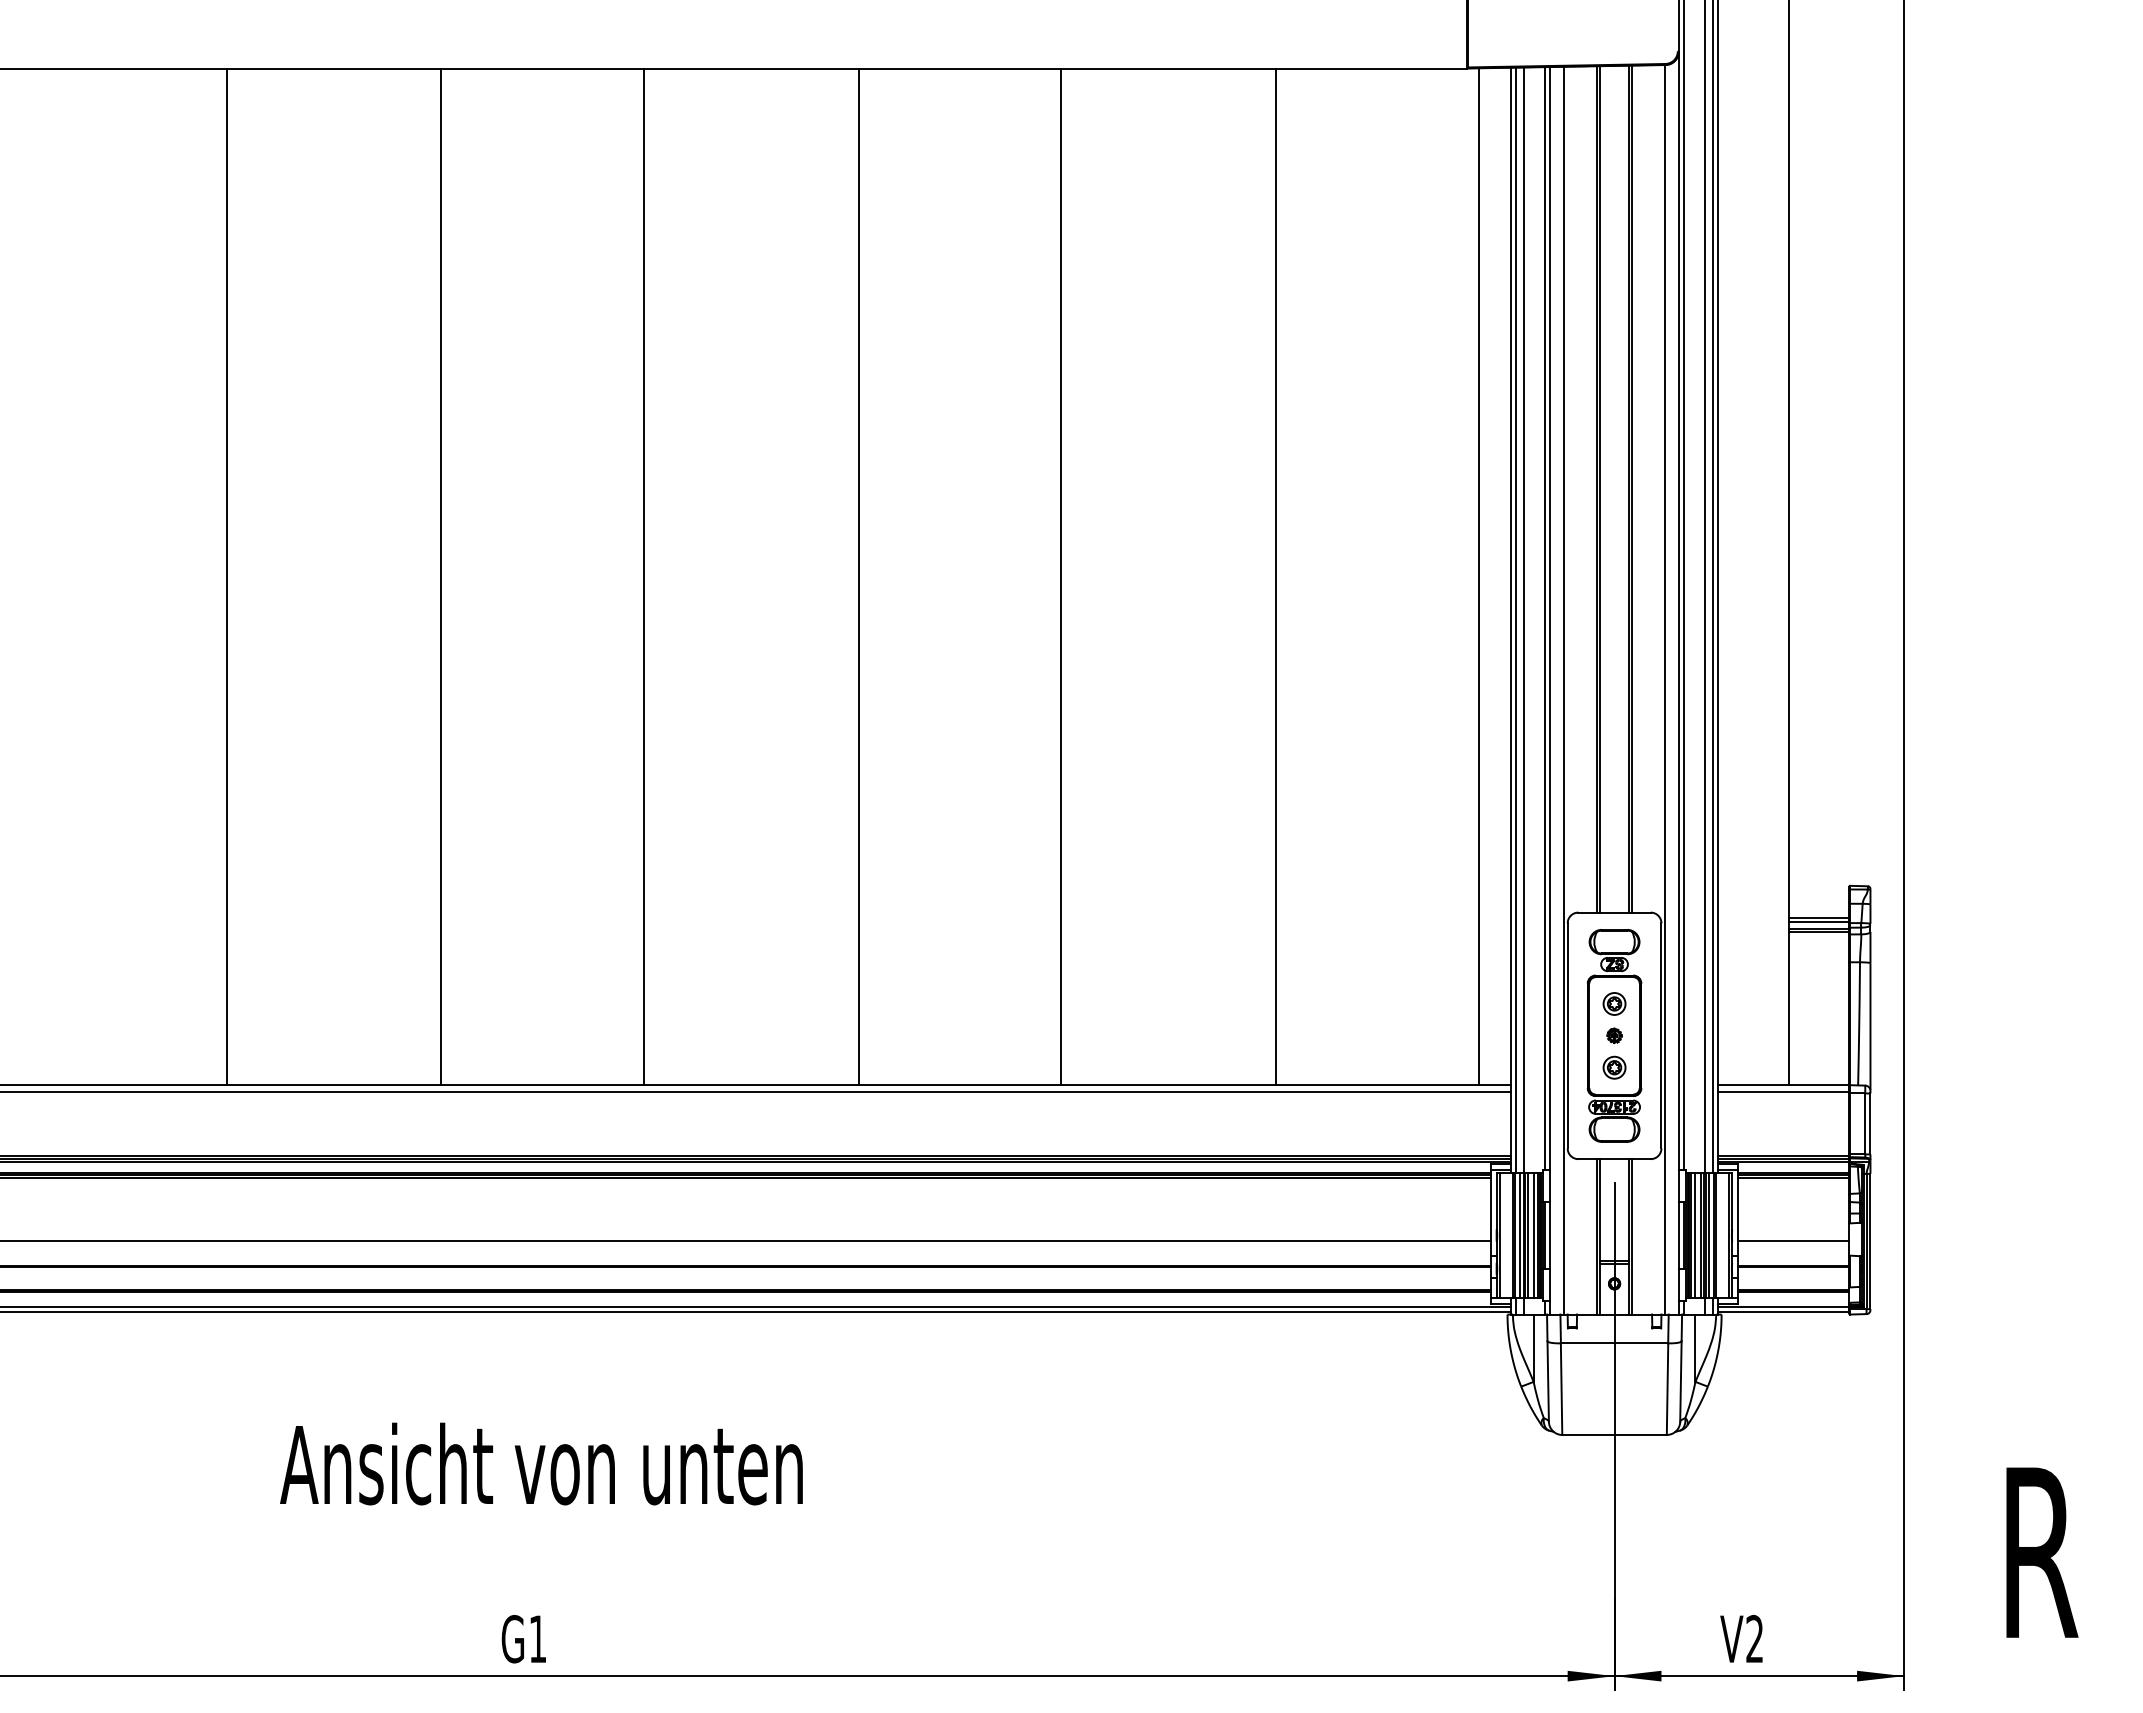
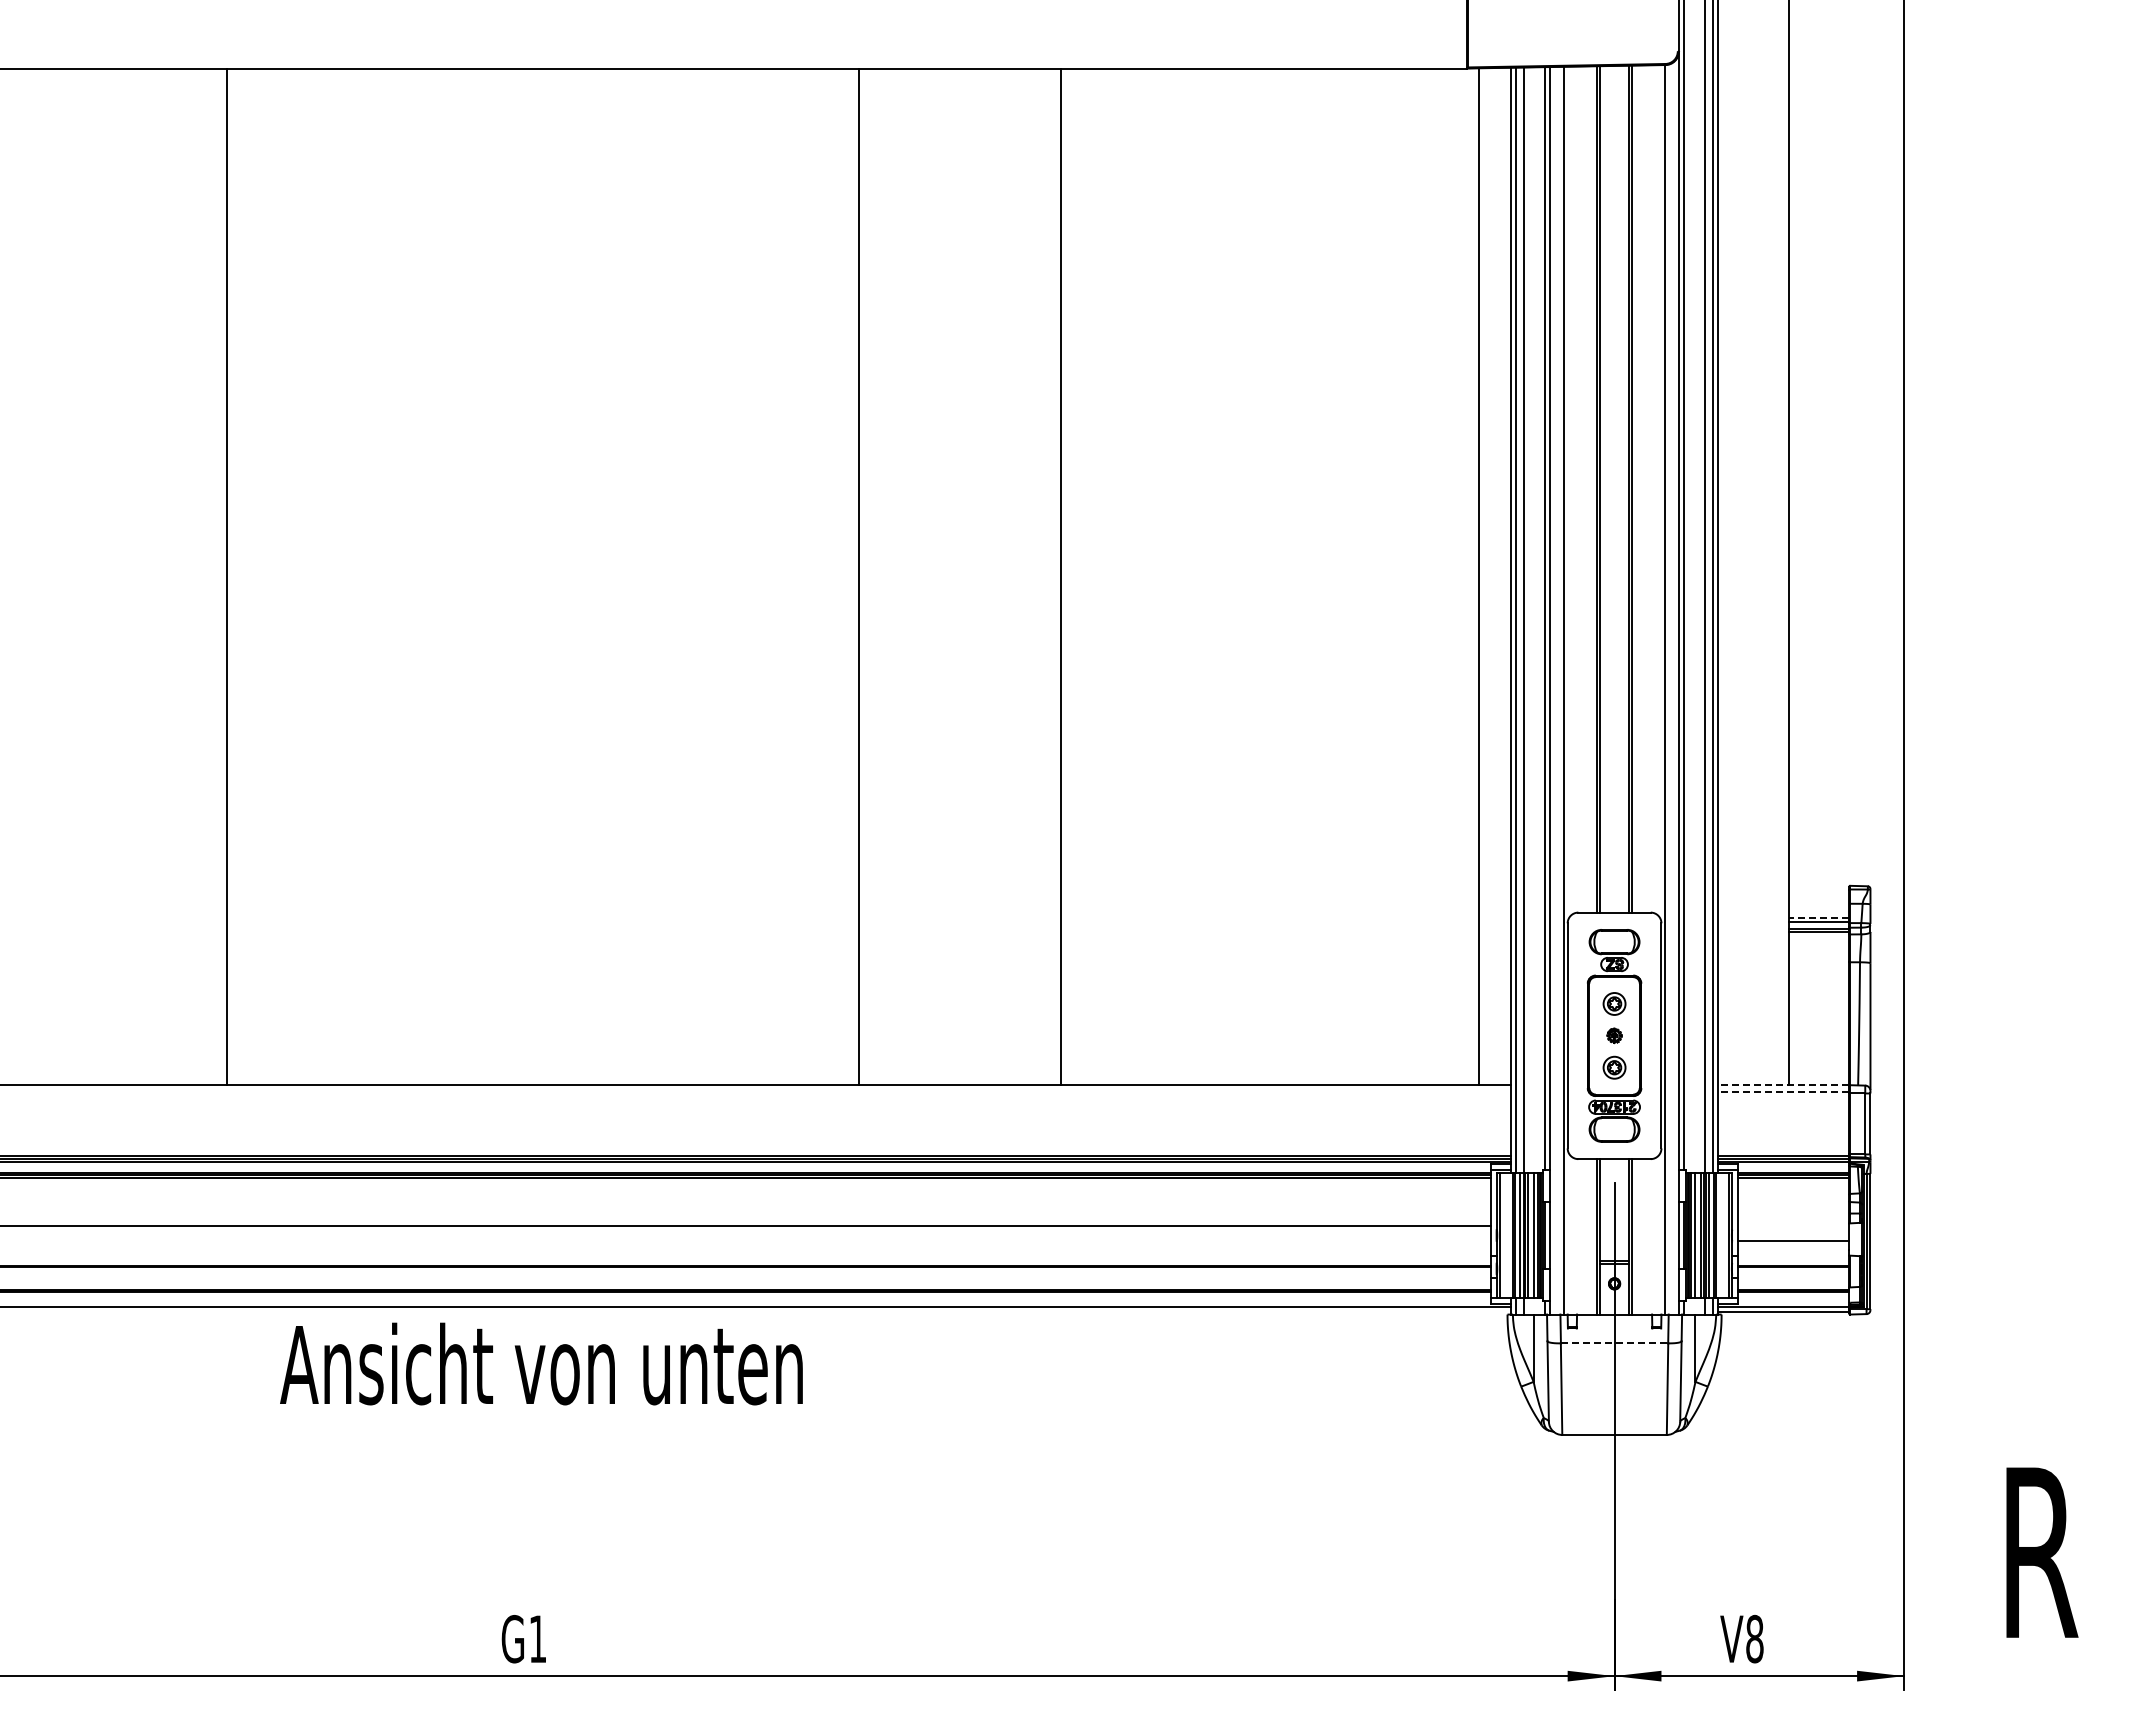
line at (441, 576): present -> none
line at (644, 576): present -> none
line at (1275, 576): present -> none
line at (1818, 917): solid -> dashed
line at (1783, 1085): solid -> dashed
line at (756, 1092): present -> none
line at (1783, 1092): solid -> dashed
line at (746, 1240) position: (746, 1240) -> (746, 1225)
line at (756, 1311): present -> none
line at (1614, 1343): solid -> dashed
text at (541, 1463) position: (541, 1463) -> (541, 1363)
text at (1754, 1638): V2 -> V8
